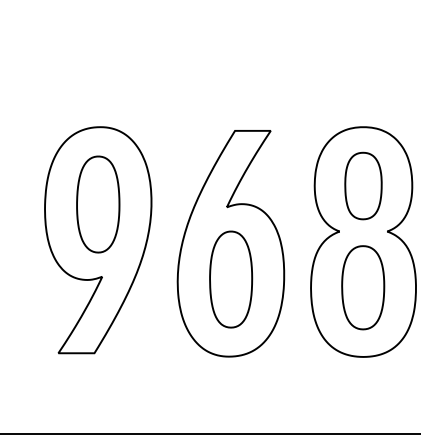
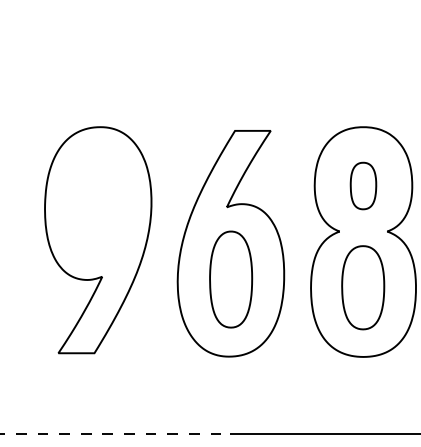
part at (363, 185) size: 39x70 px -> 29x50 px
part at (98, 204): present -> none
line at (115, 434): solid -> dashed
